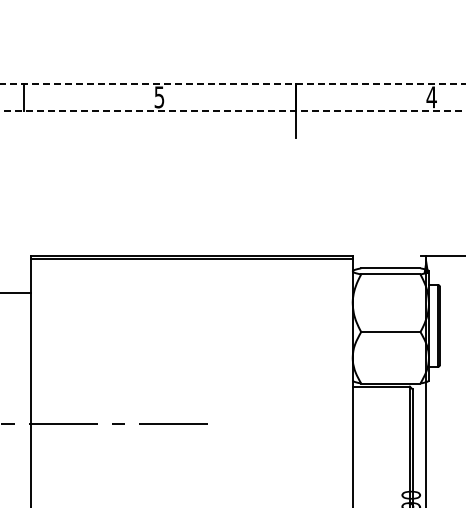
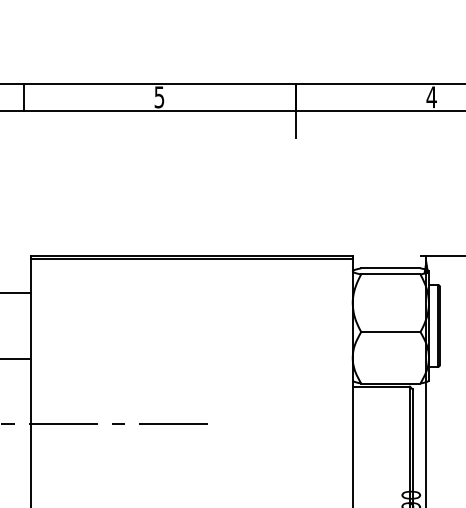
line at (233, 83): dashed -> solid
line at (233, 110): dashed -> solid
line at (16, 358): none -> present
